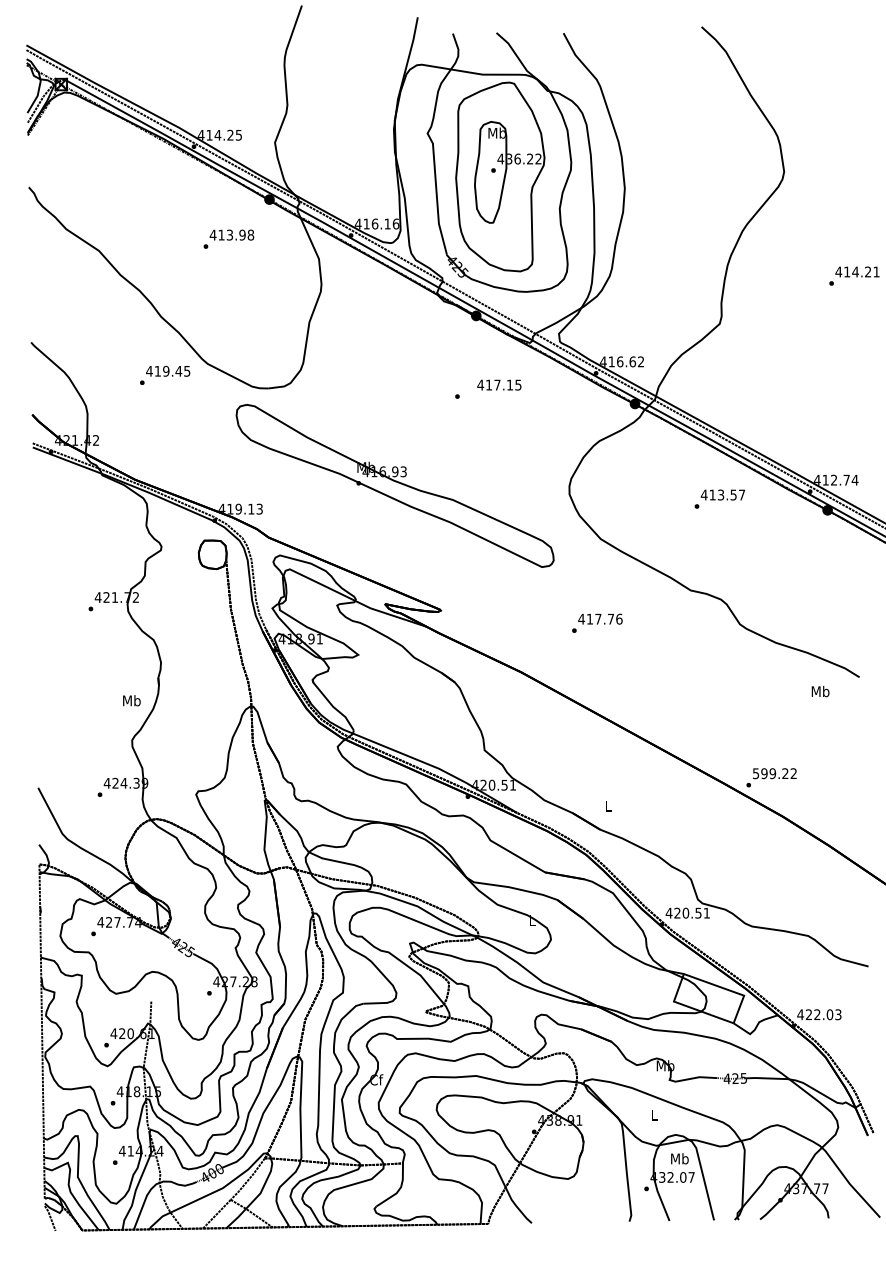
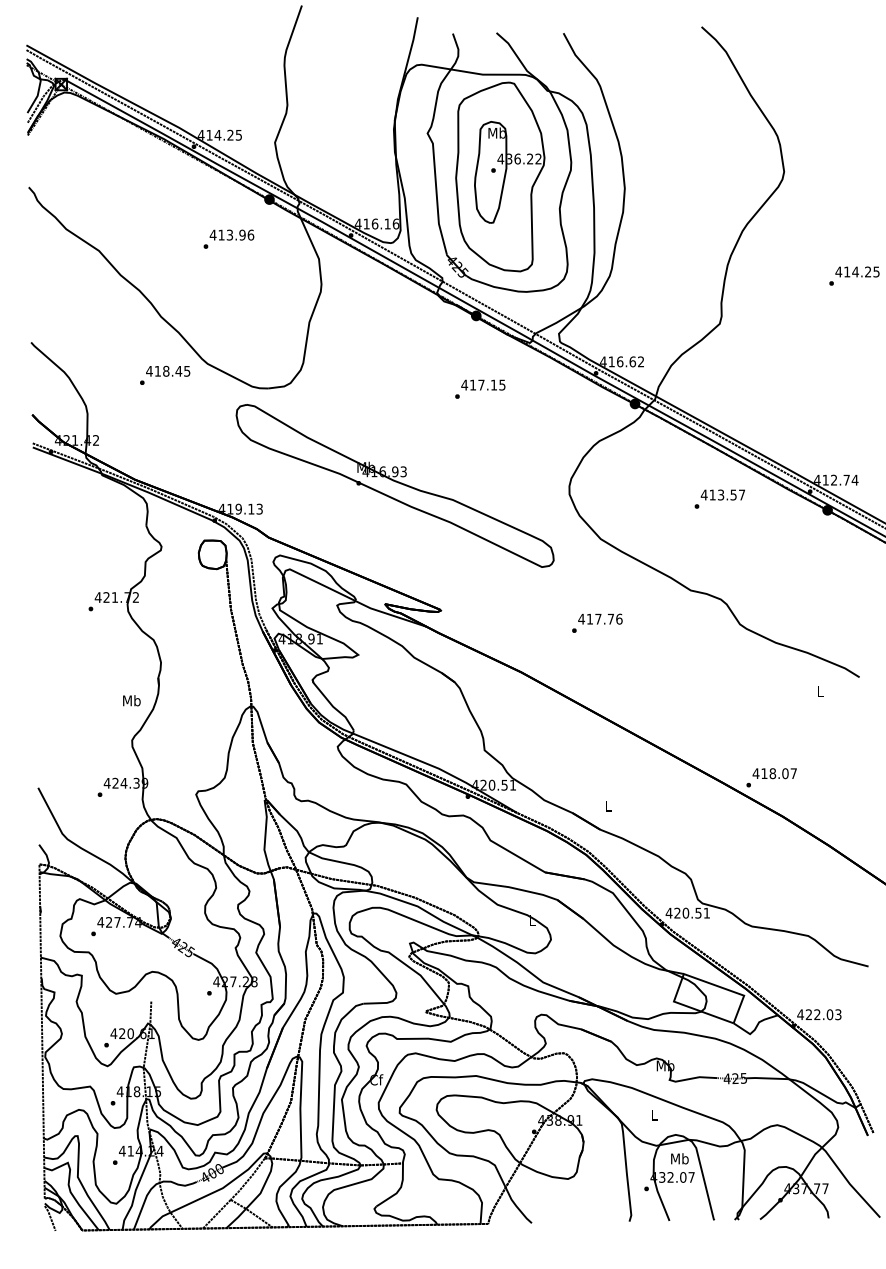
text at (250, 234): 413.98 -> 413.96
text at (876, 271): 414.21 -> 414.25
text at (166, 371): 419.45 -> 418.45
text at (499, 384) position: (499, 384) -> (483, 384)
text at (820, 691): Mb -> L
text at (774, 773): 599.22 -> 418.07
